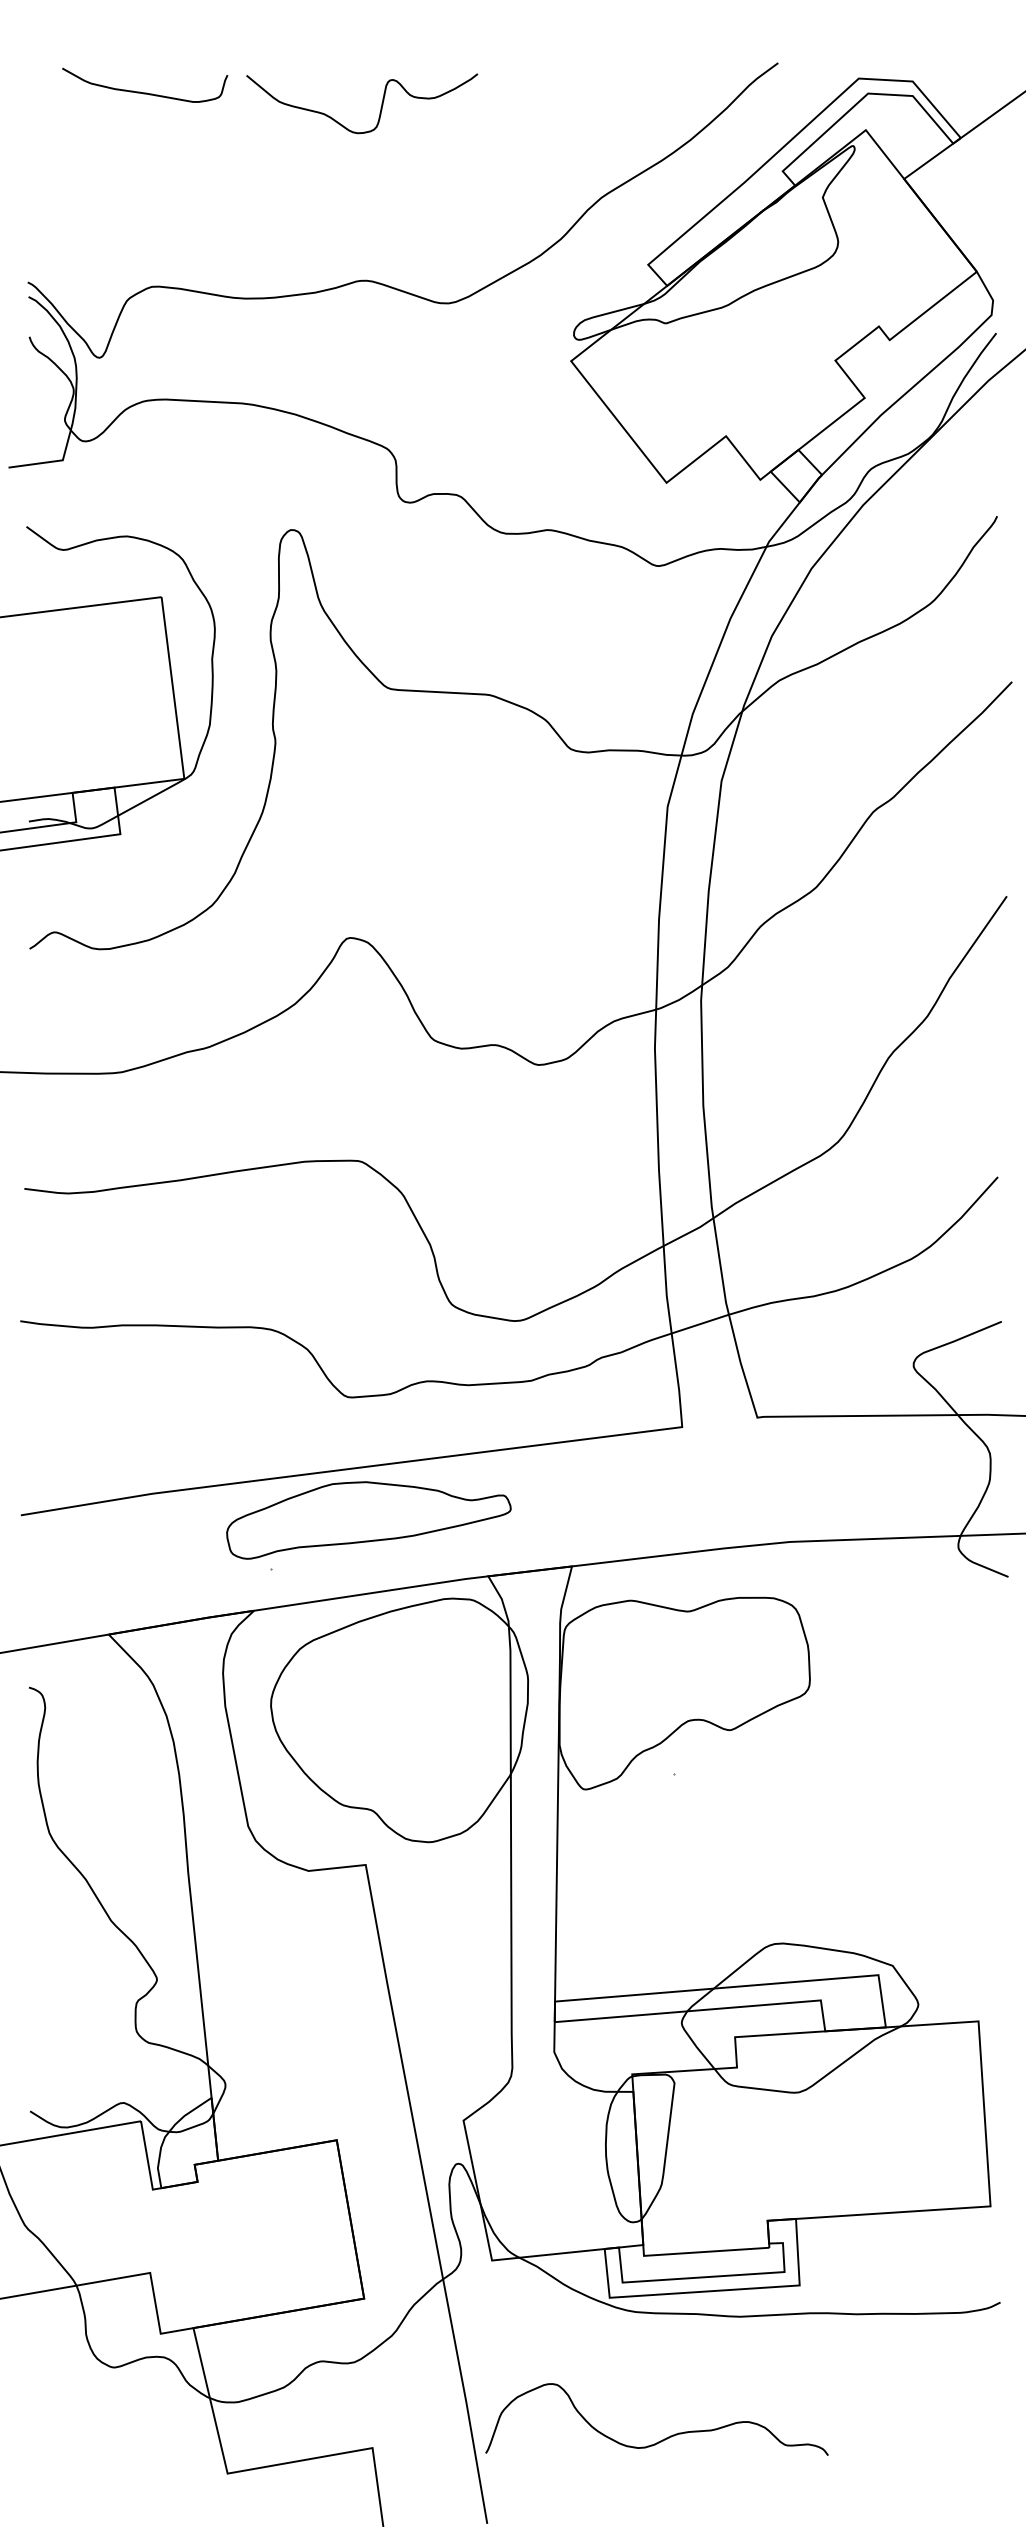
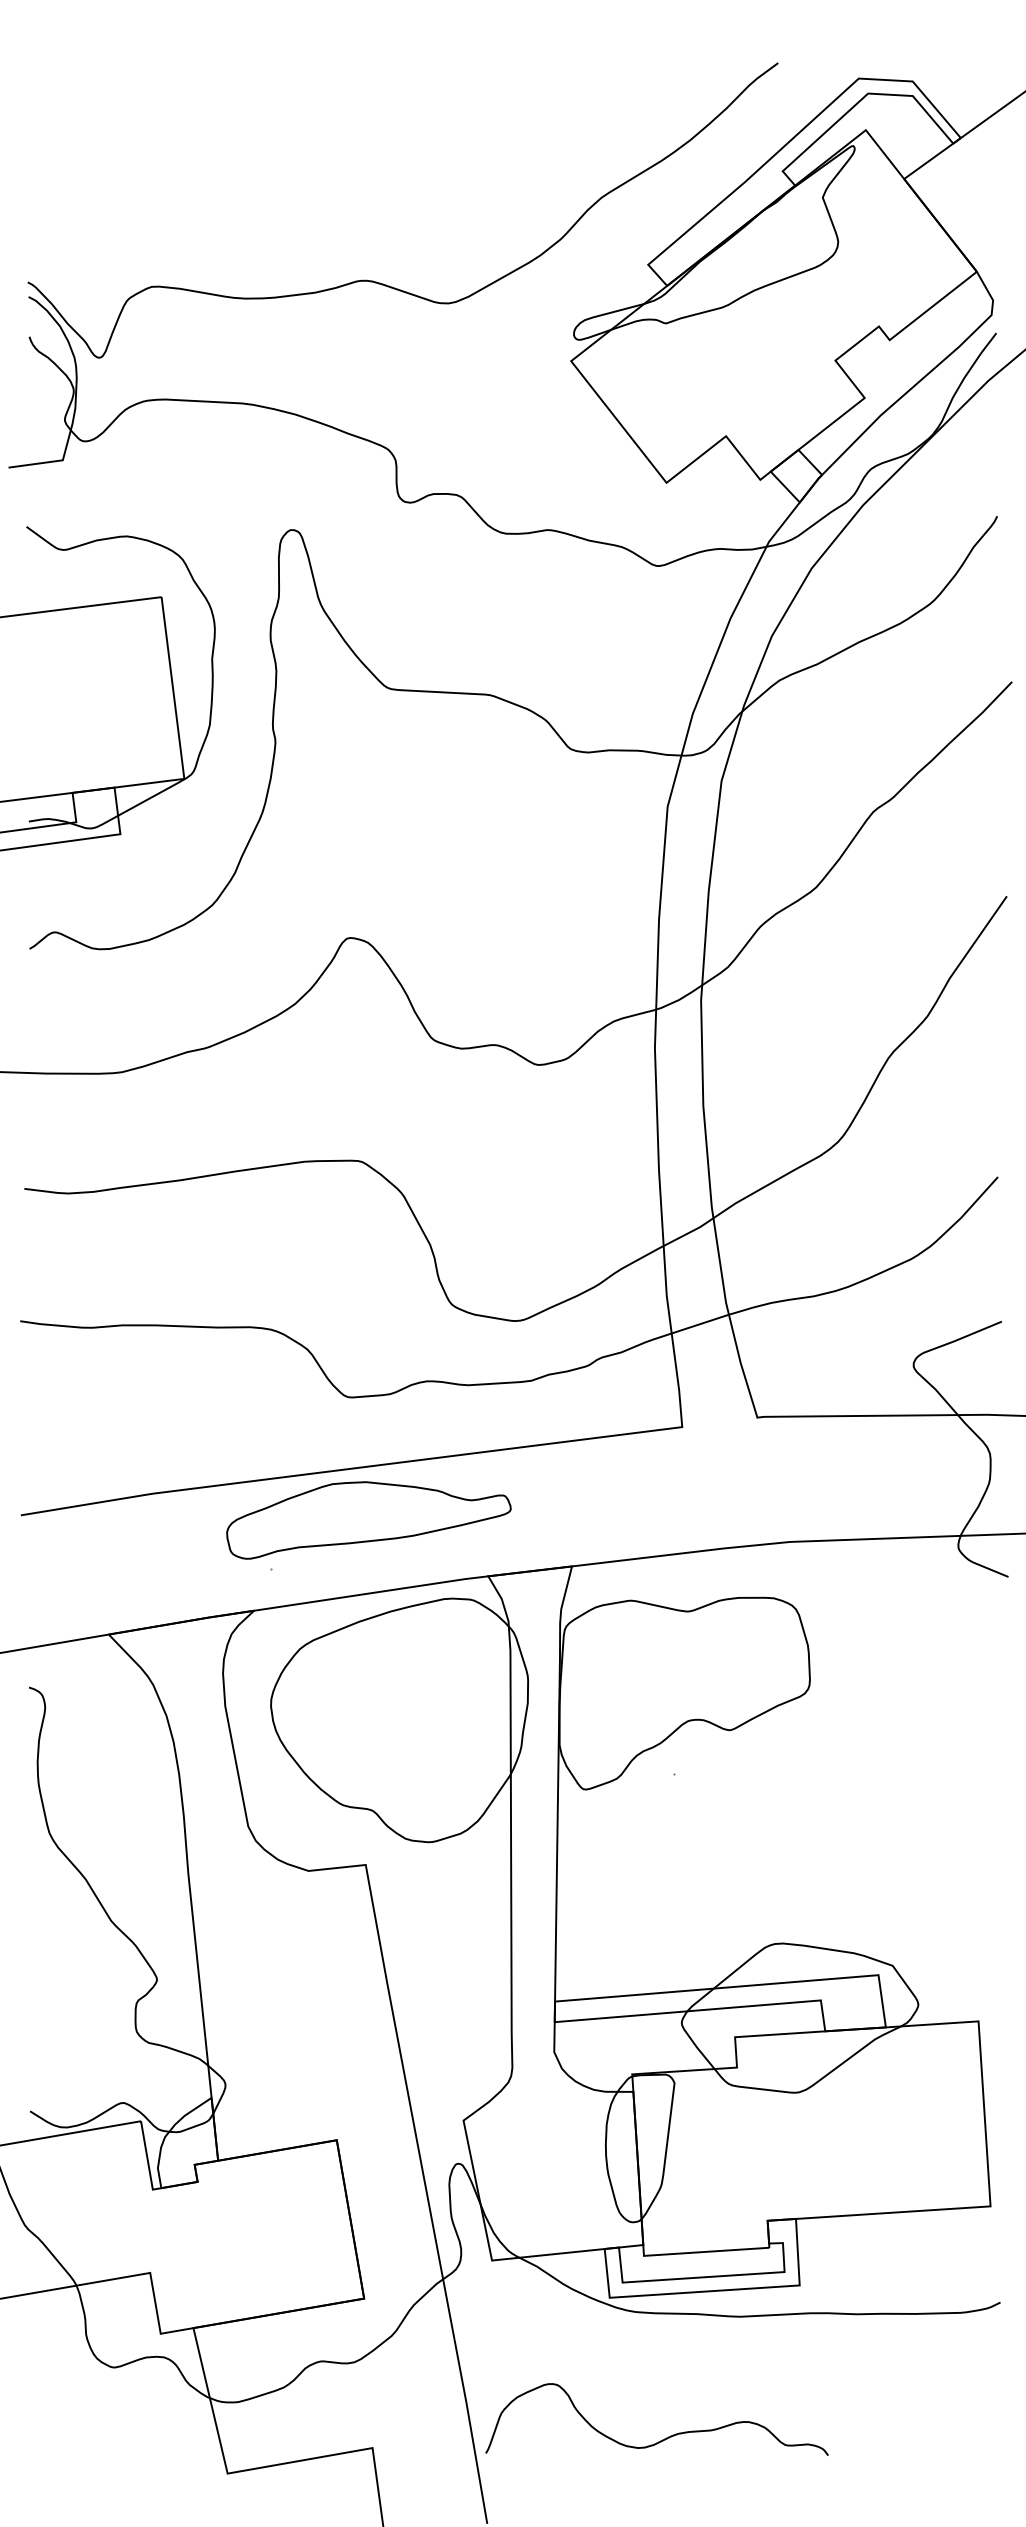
curve at (145, 92): present -> none
curve at (380, 107): present -> none
